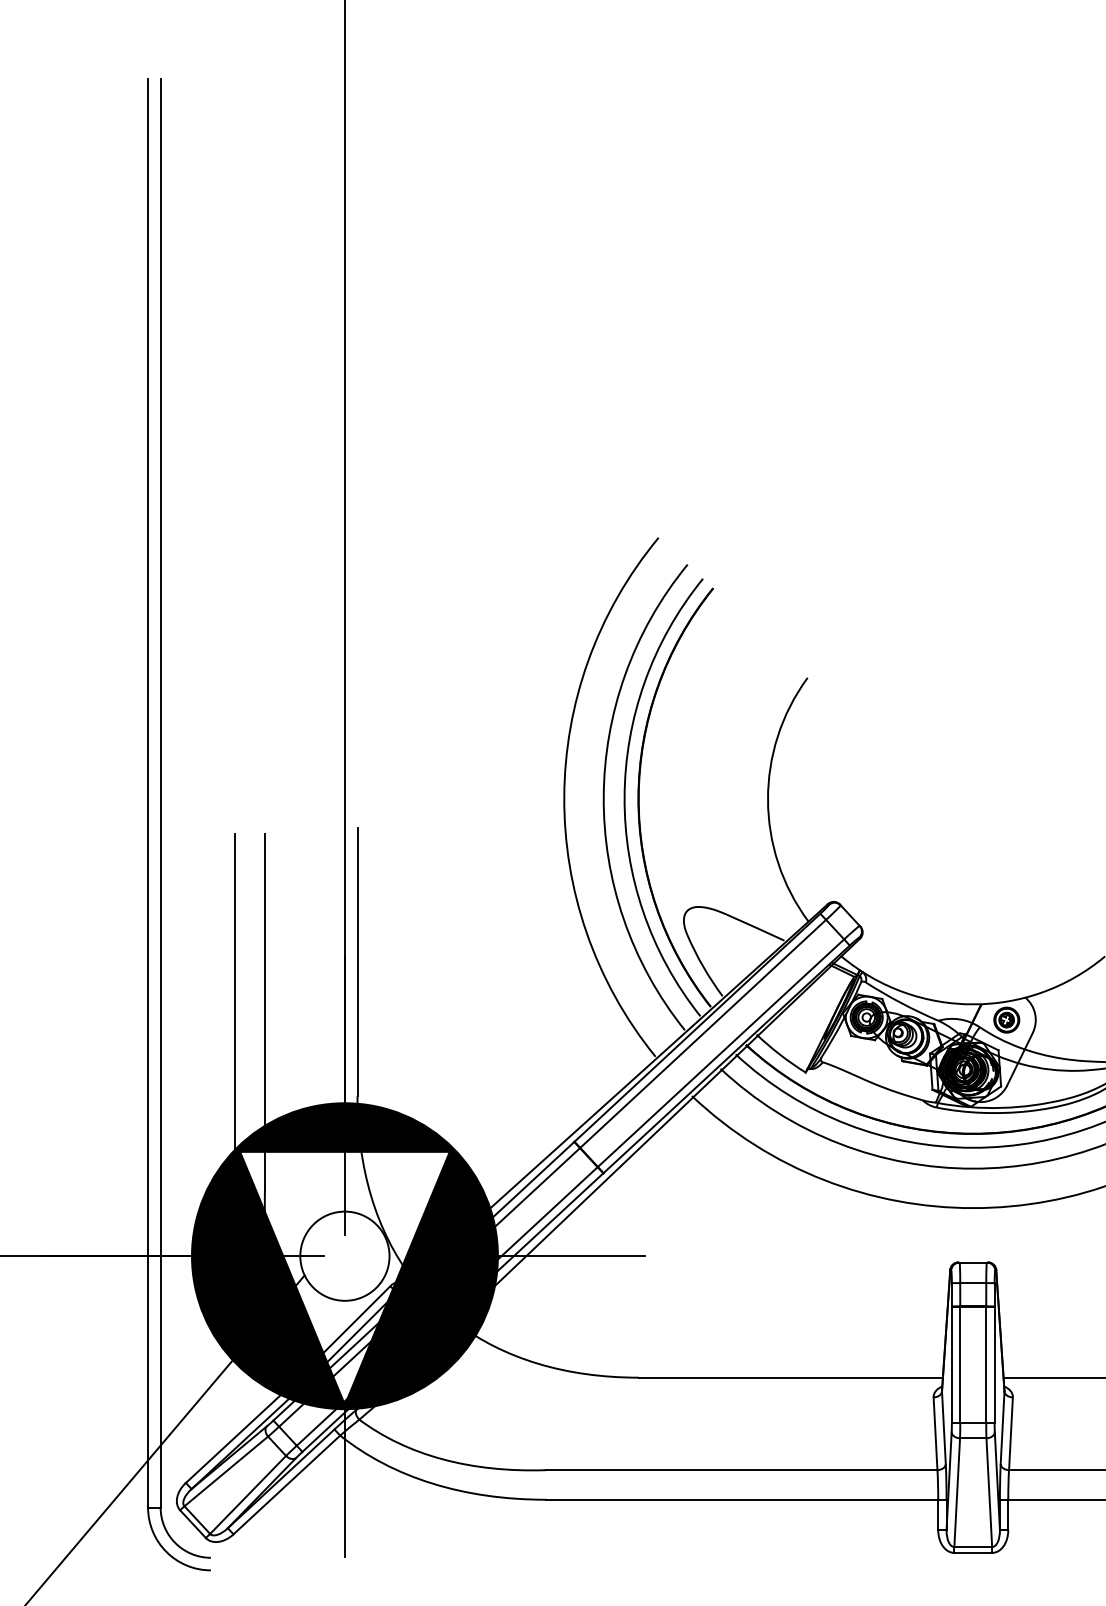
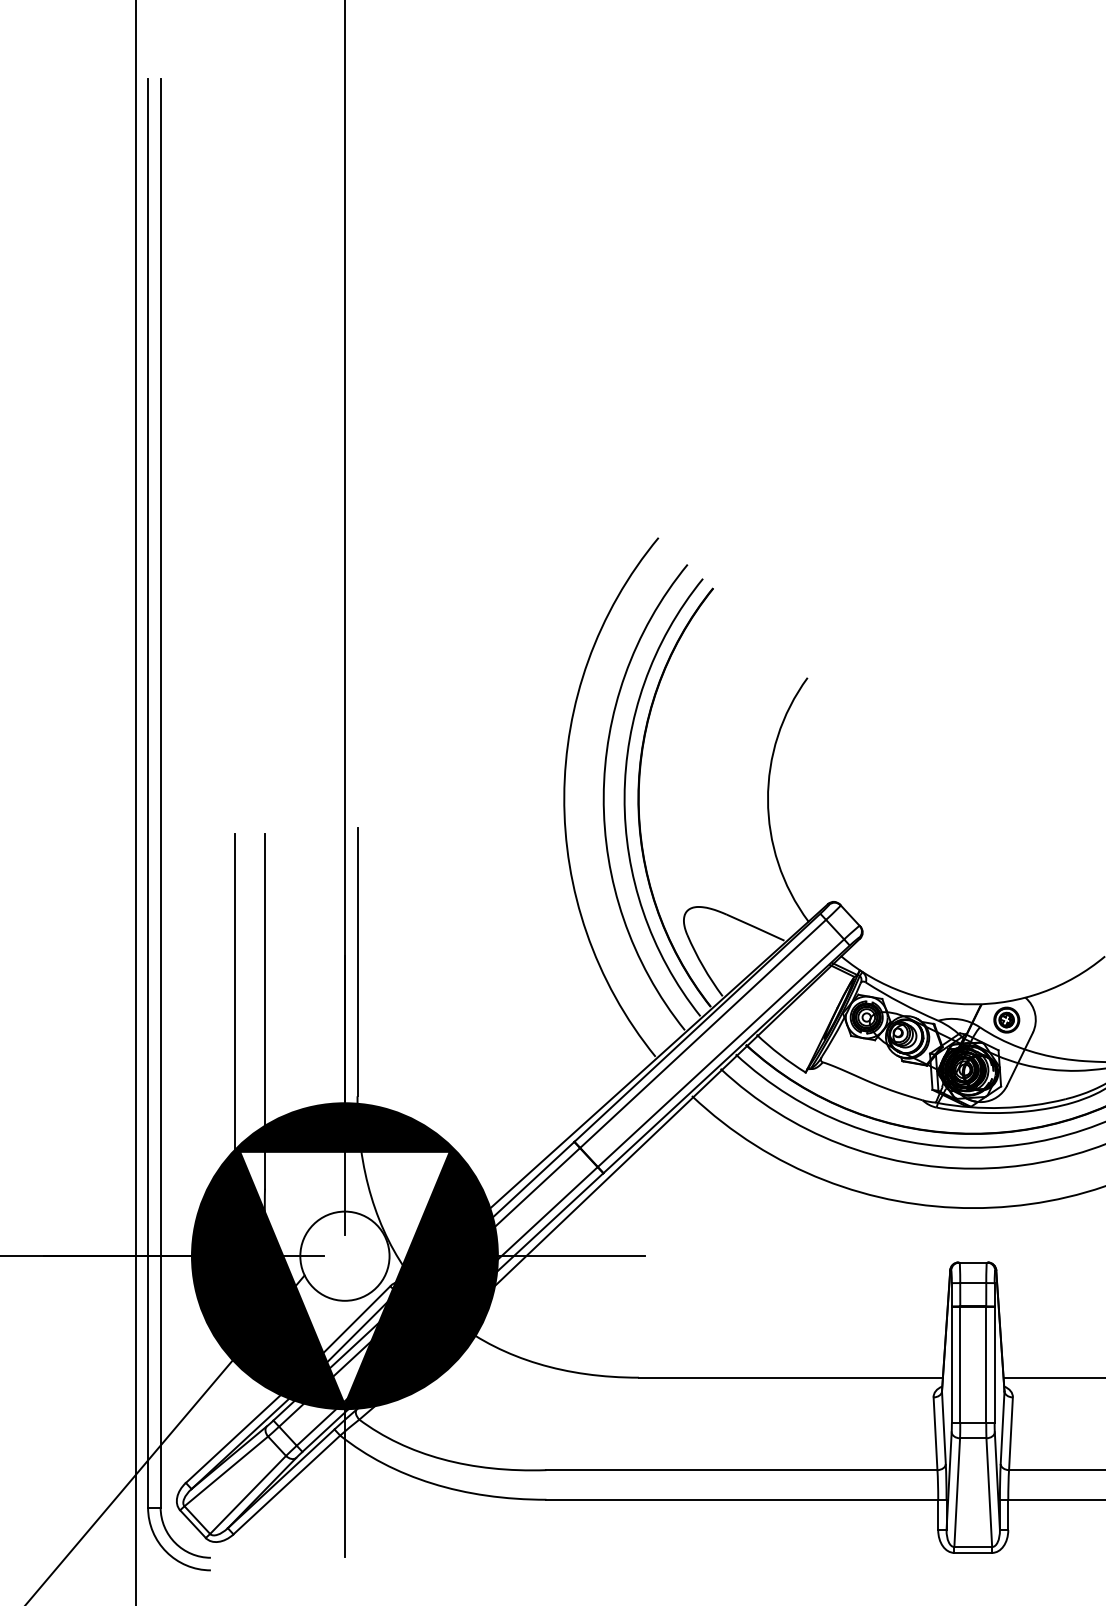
line at (135, 802): none -> present
